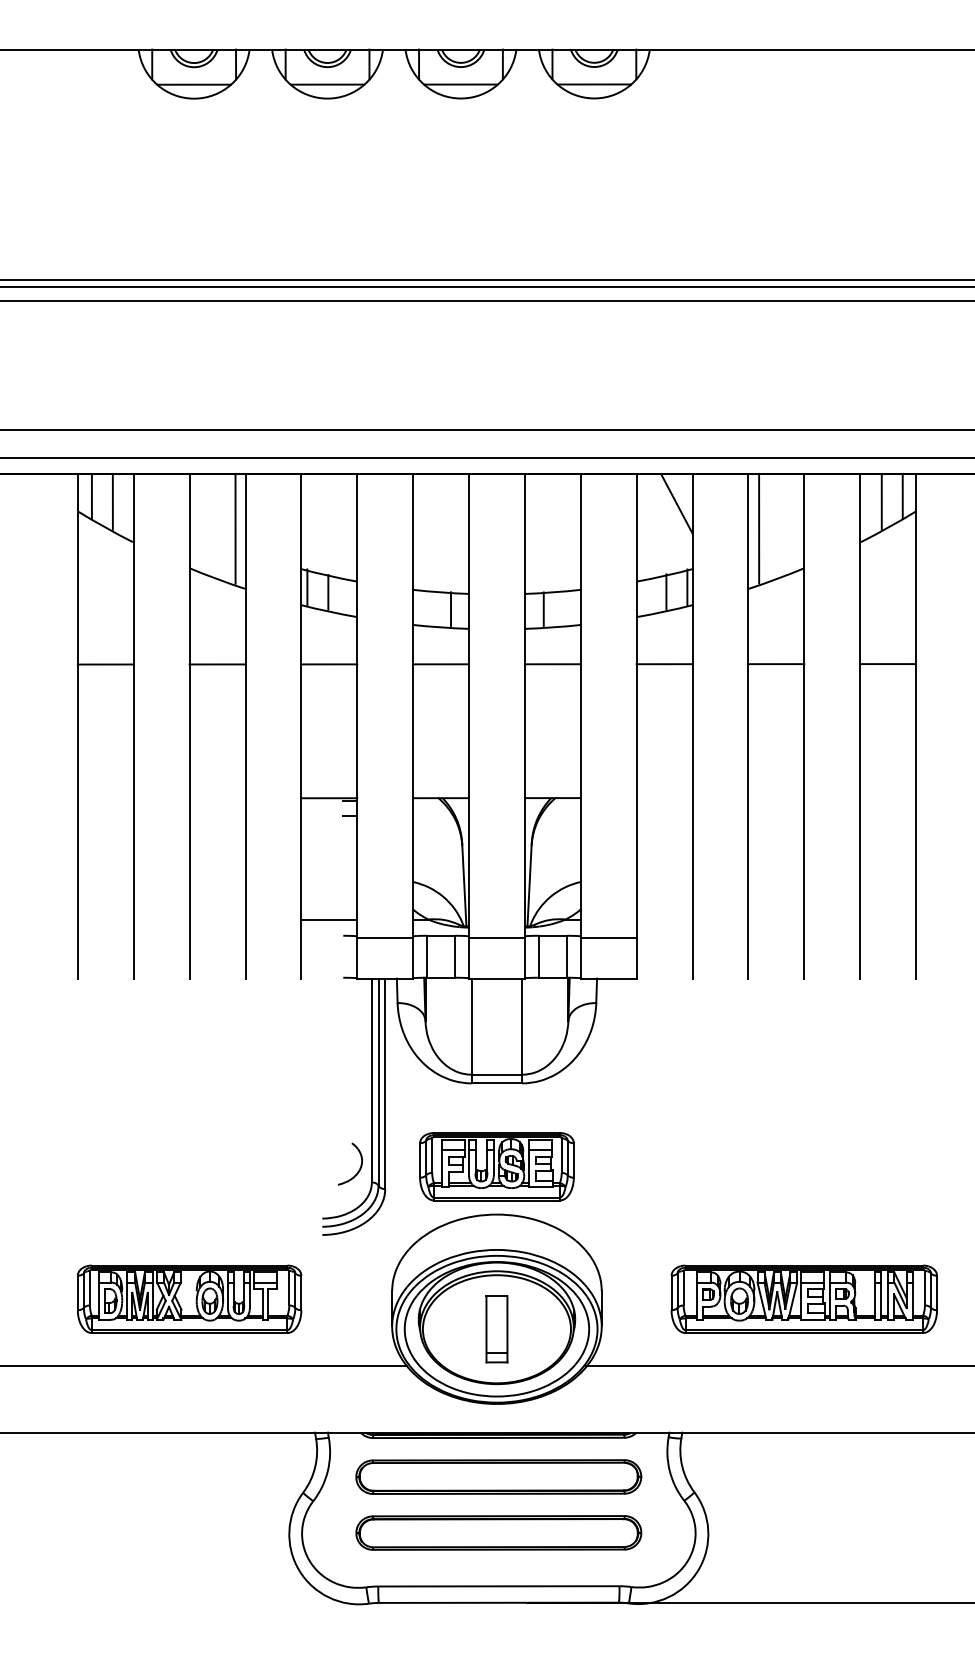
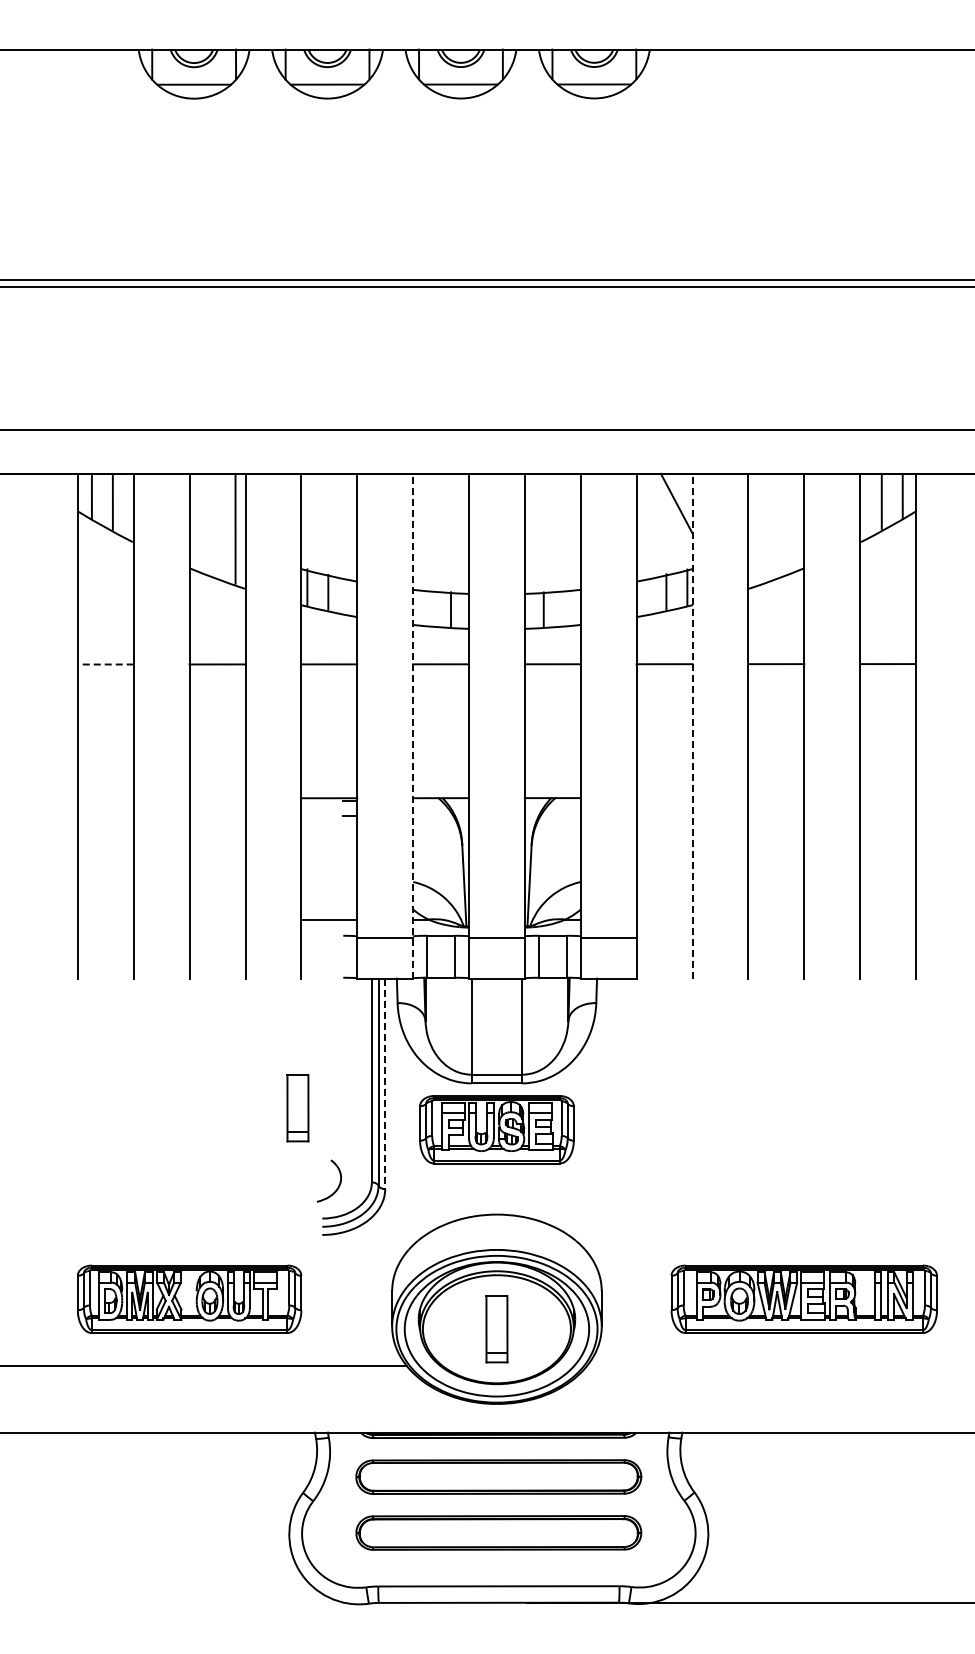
line at (486, 301): present -> none
line at (486, 457): present -> none
line at (759, 528): present -> none
line at (105, 664): solid -> dashed
line at (413, 725): solid -> dashed
line at (692, 725): solid -> dashed
line at (385, 1084): solid -> dashed
part at (297, 1108): none -> present
part at (360, 1164) position: (360, 1164) -> (339, 1181)
part at (496, 1166) position: (496, 1166) -> (496, 1129)
line at (778, 1366): present -> none
